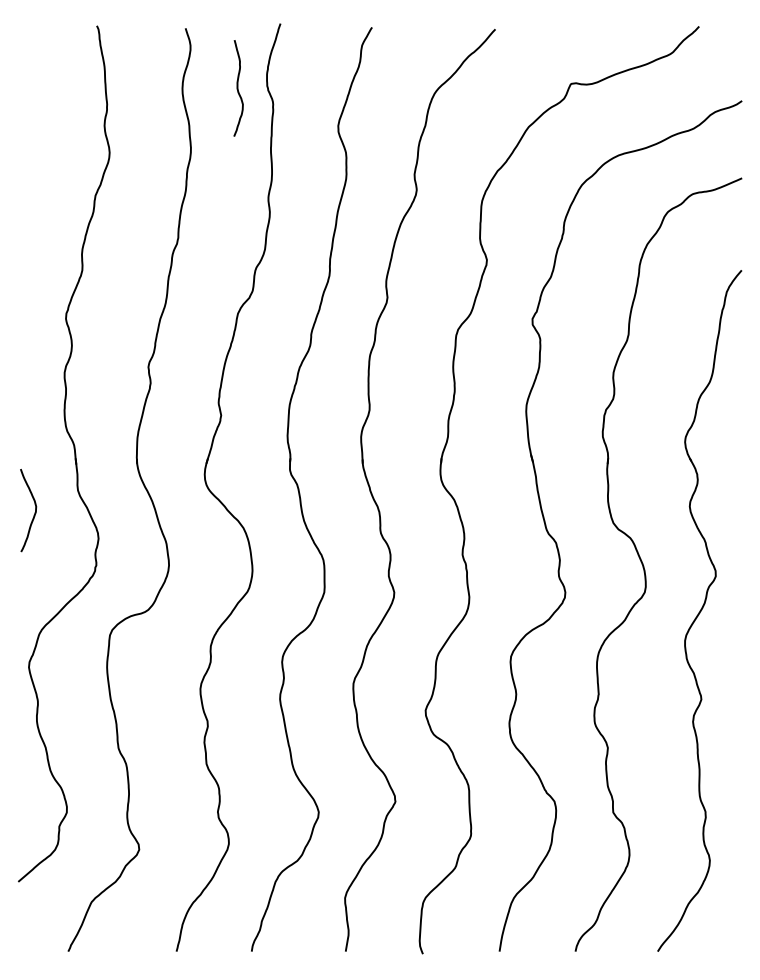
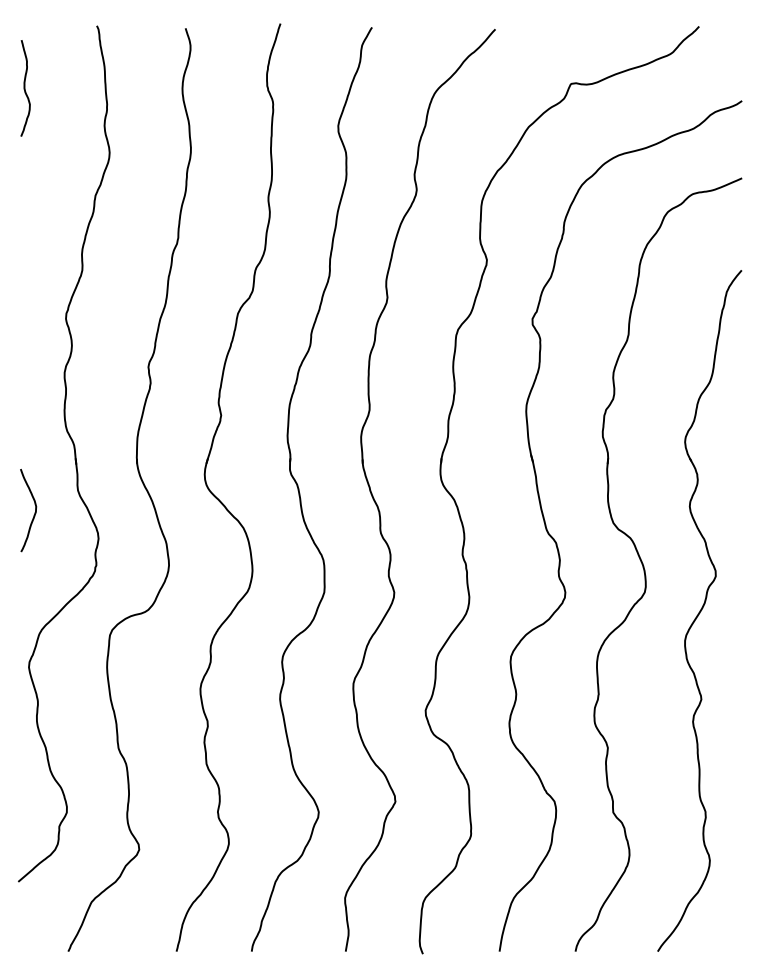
curve at (238, 88) position: (238, 88) -> (25, 88)
